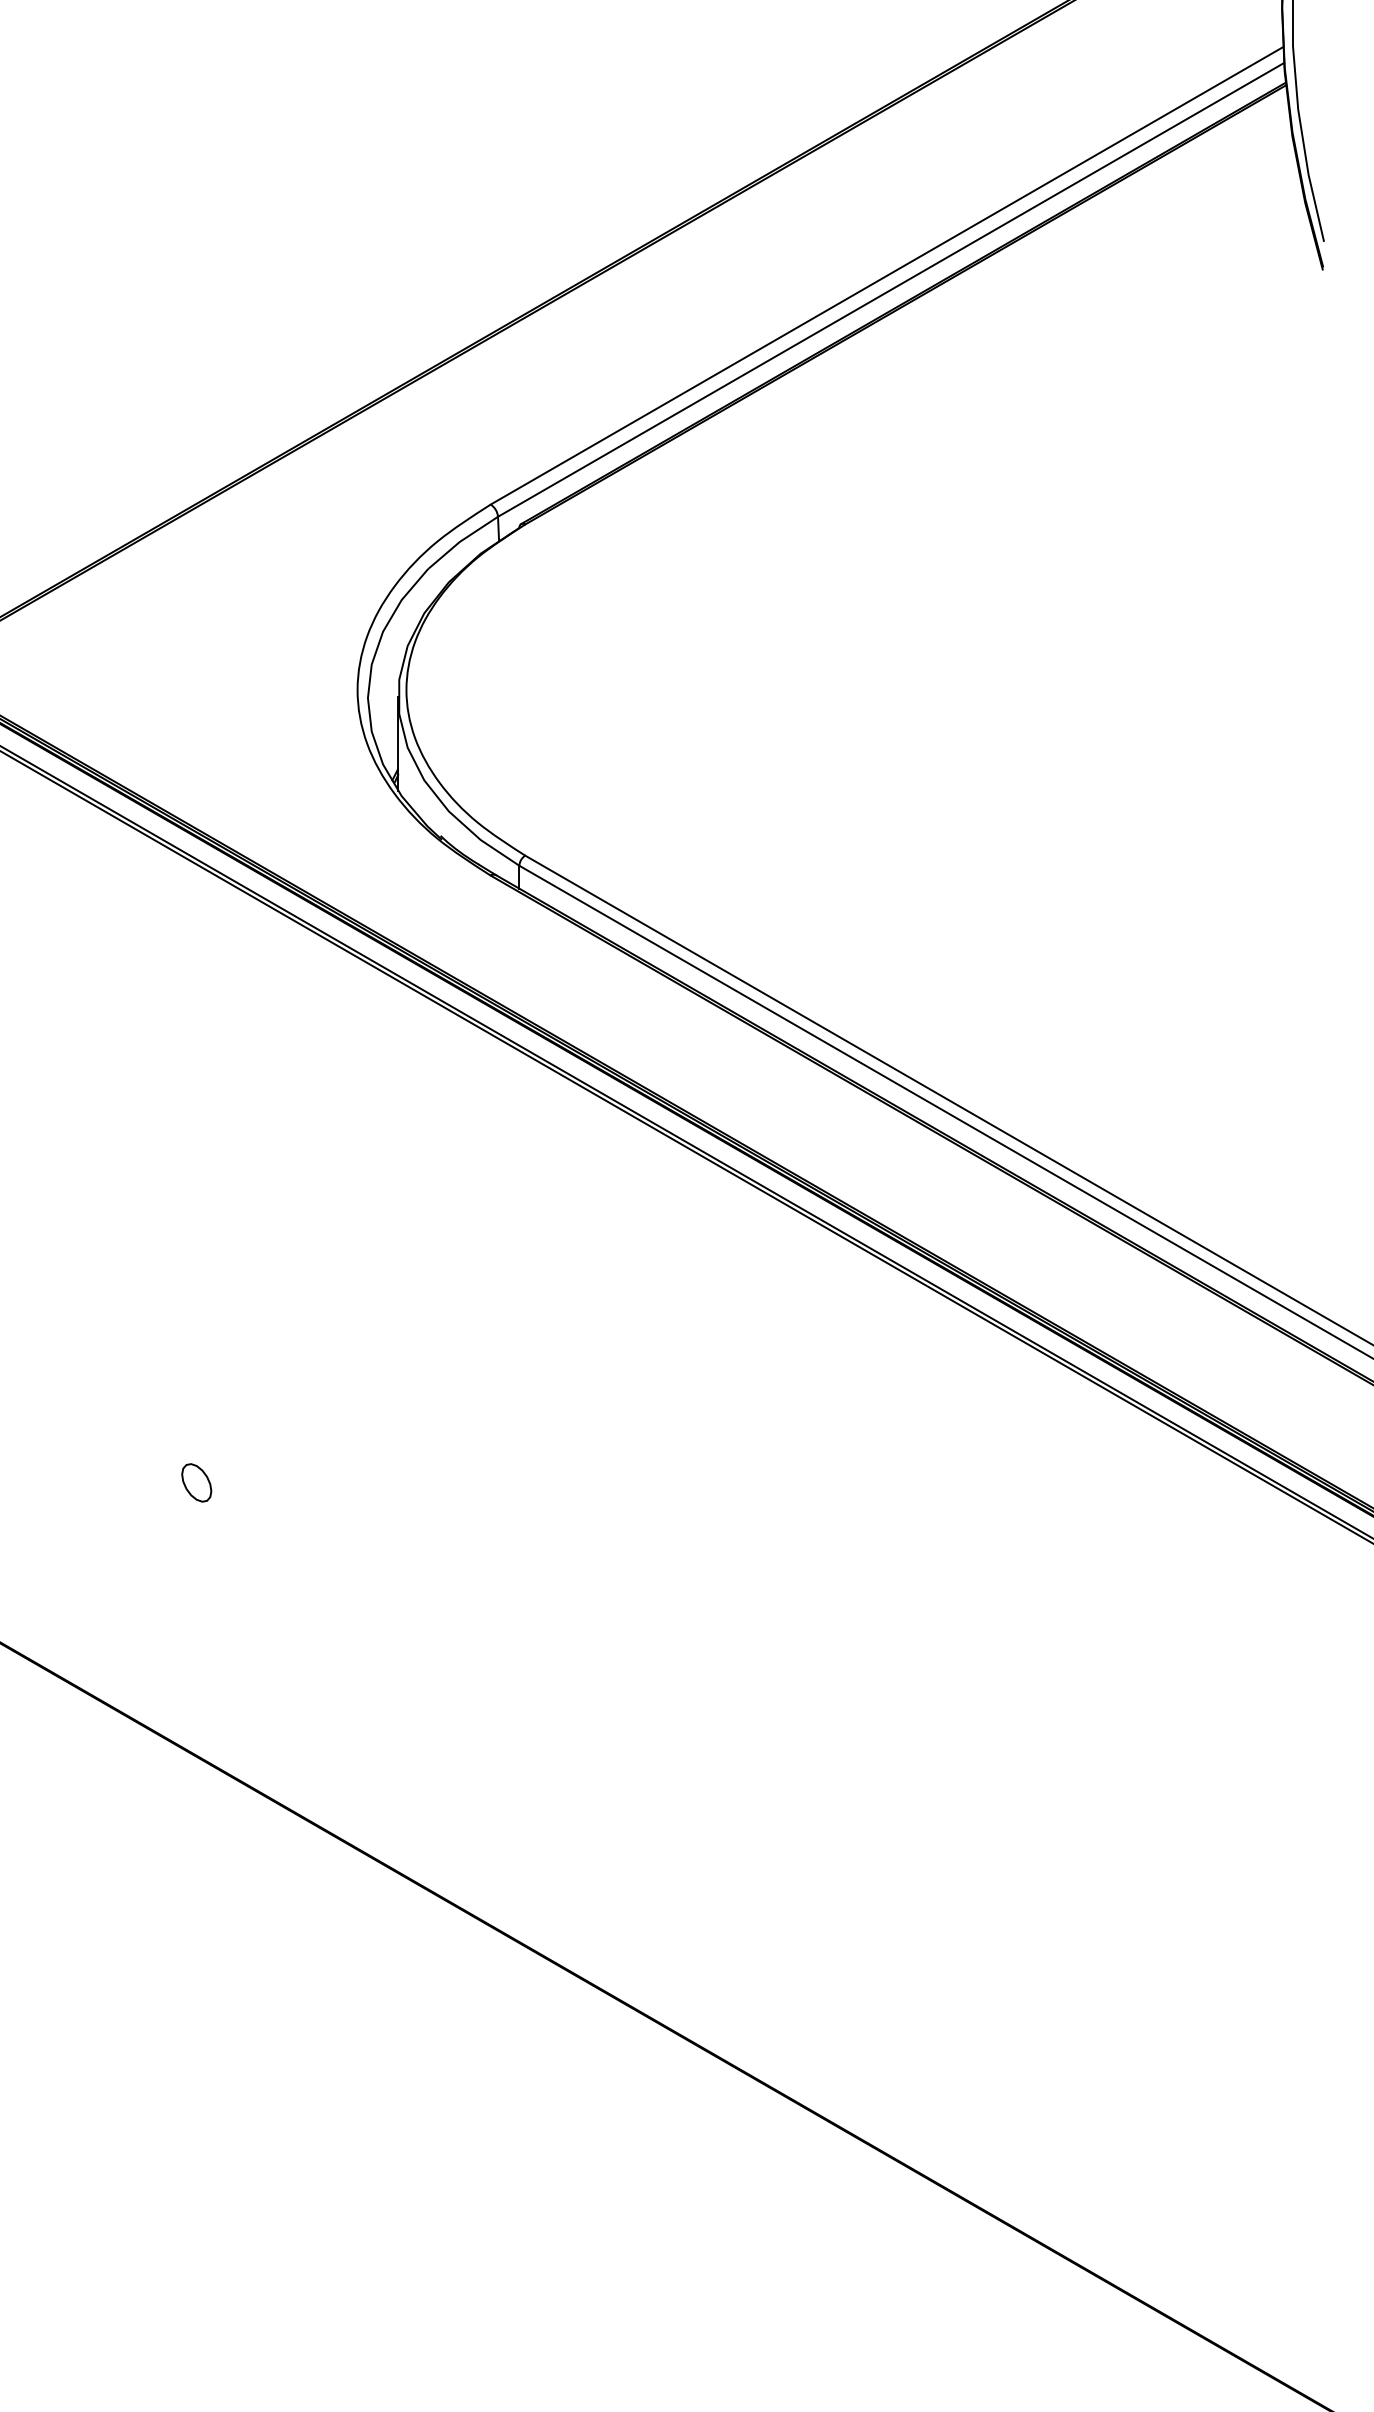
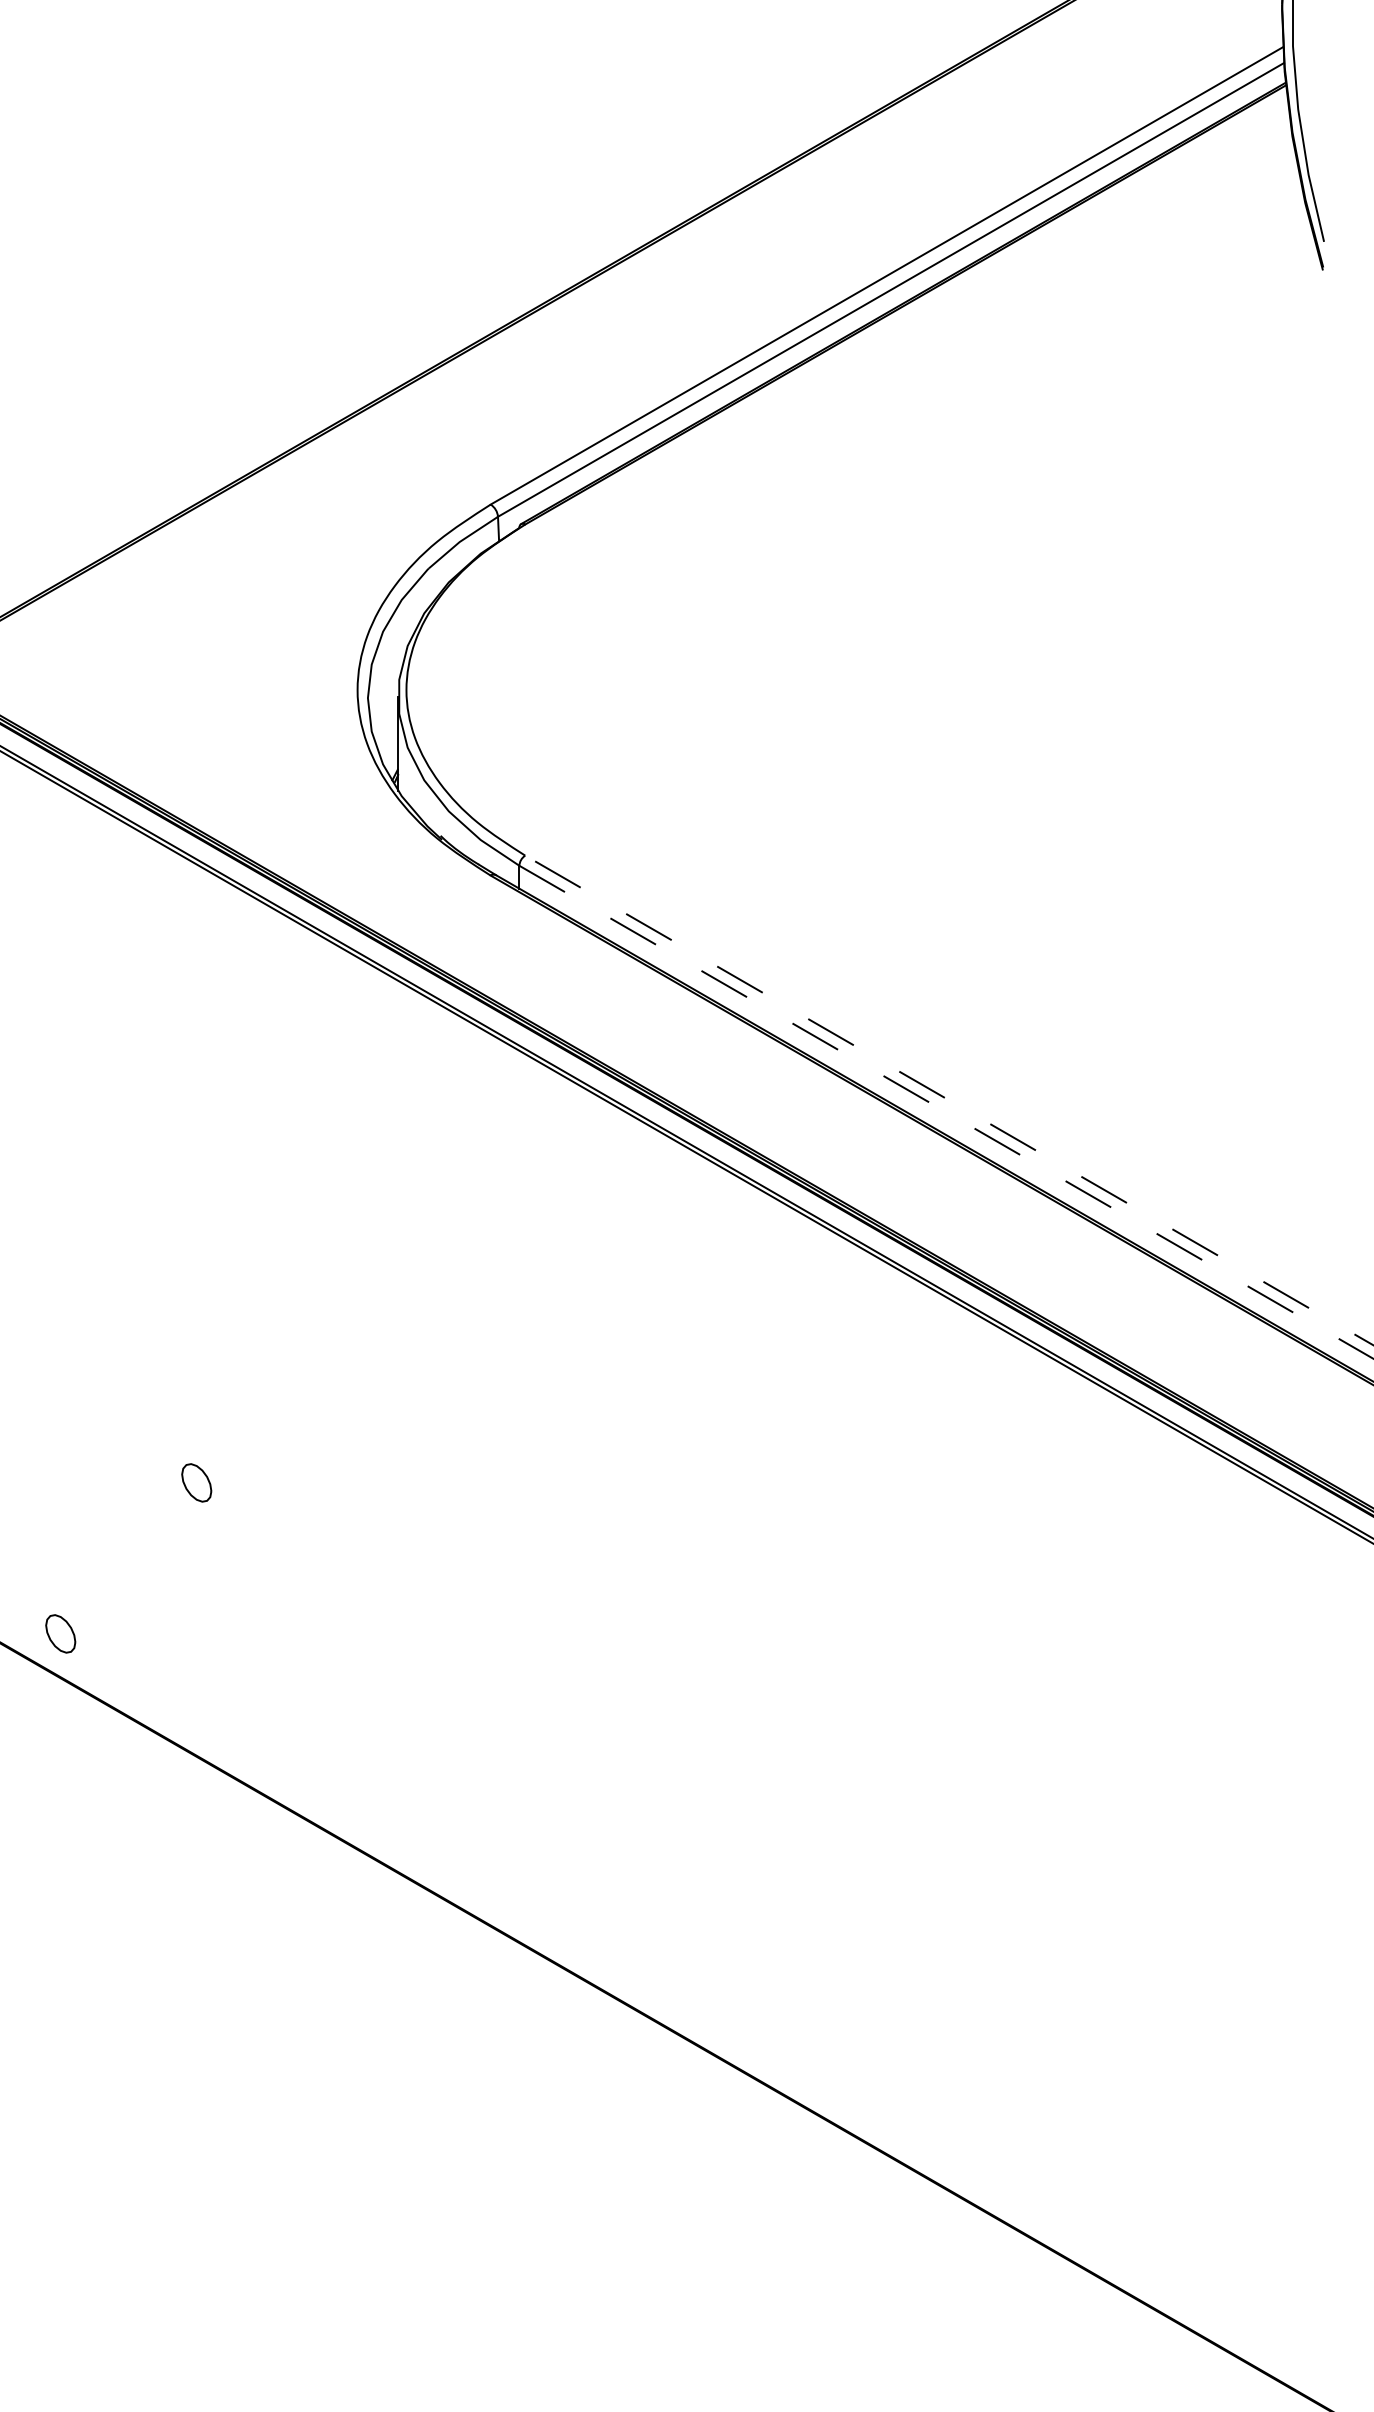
line at (949, 1100): solid -> dashed
line at (946, 1112): solid -> dashed
part at (60, 1633): none -> present
